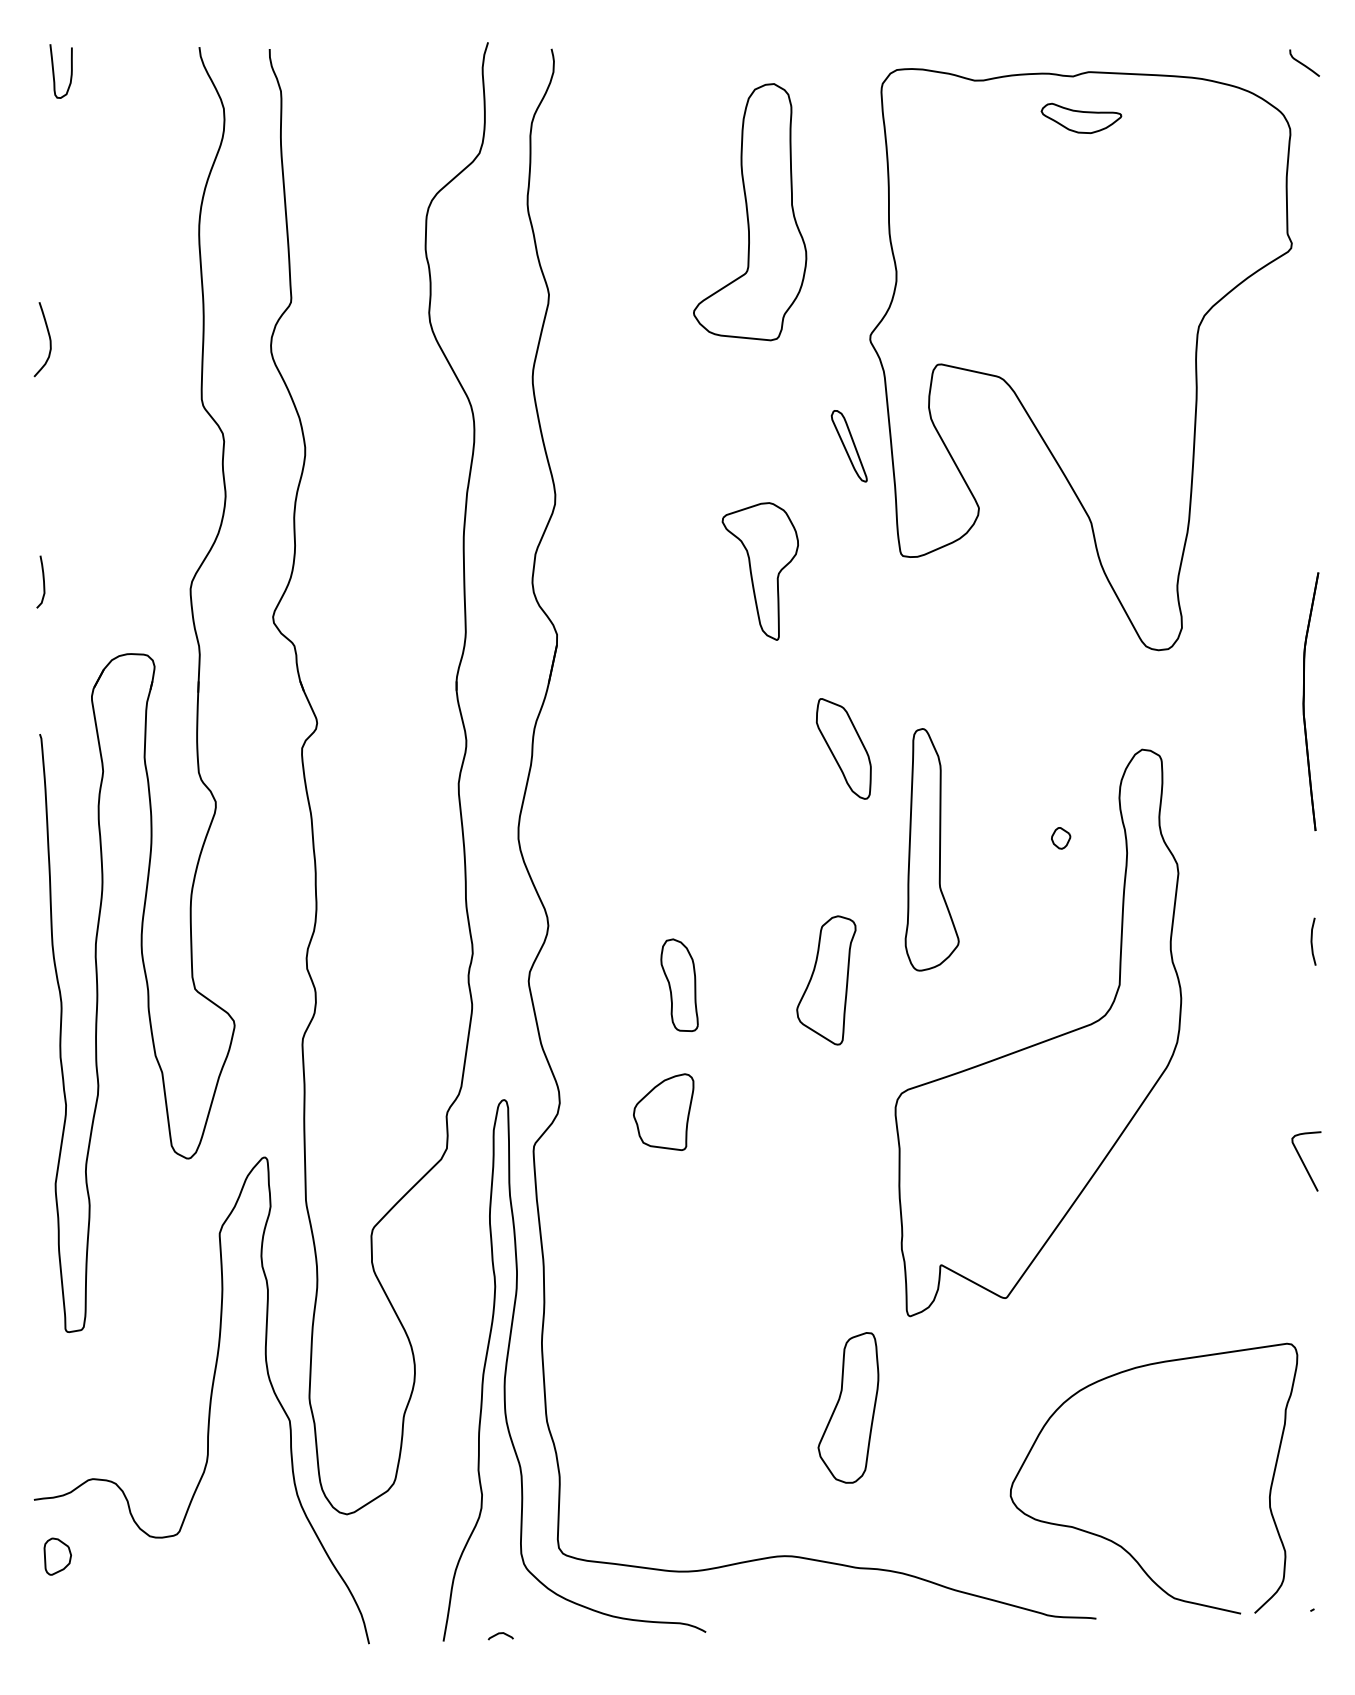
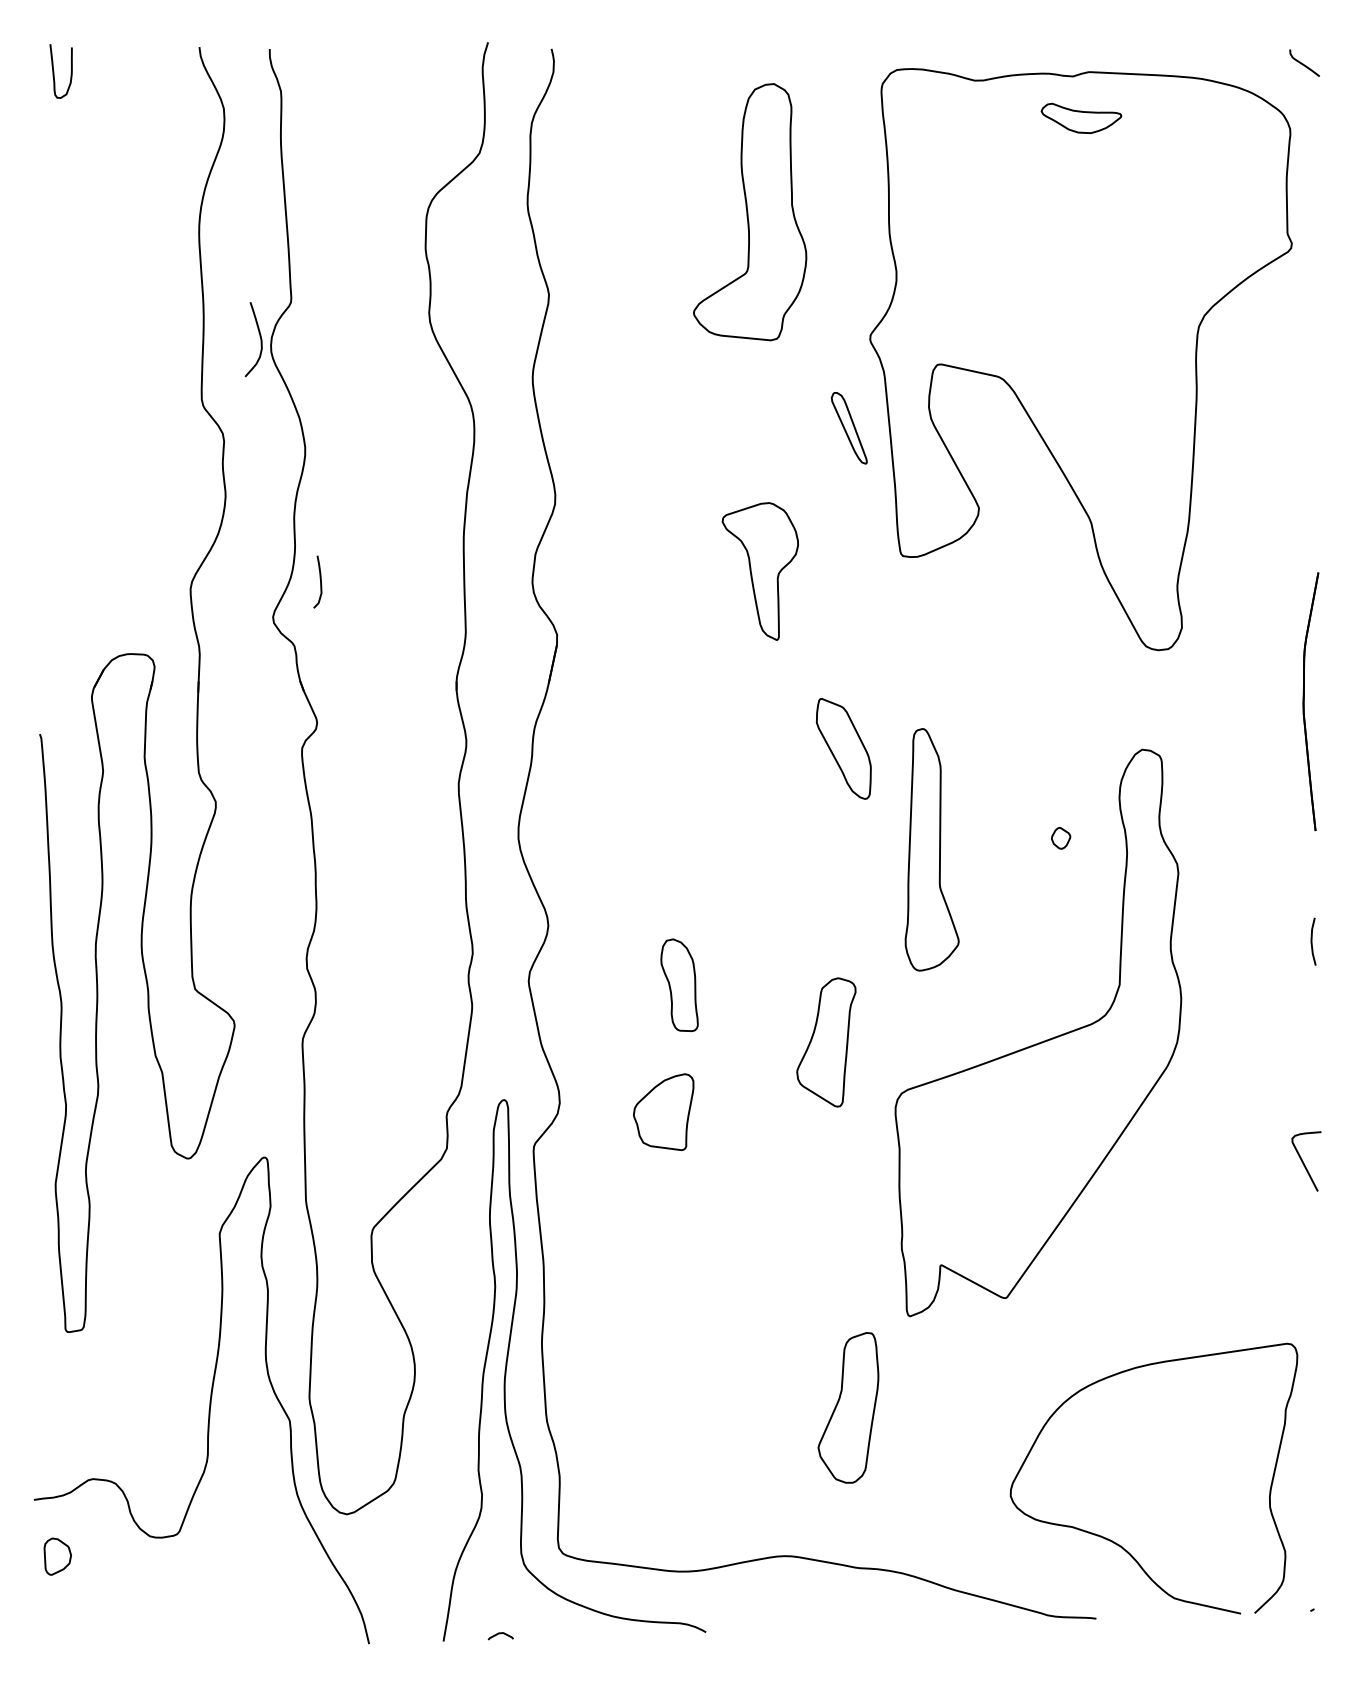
curve at (48, 336) position: (48, 336) -> (259, 336)
part at (848, 446) position: (848, 446) -> (848, 428)
curve at (43, 581) position: (43, 581) -> (320, 581)
part at (826, 980) position: (826, 980) -> (826, 1042)
